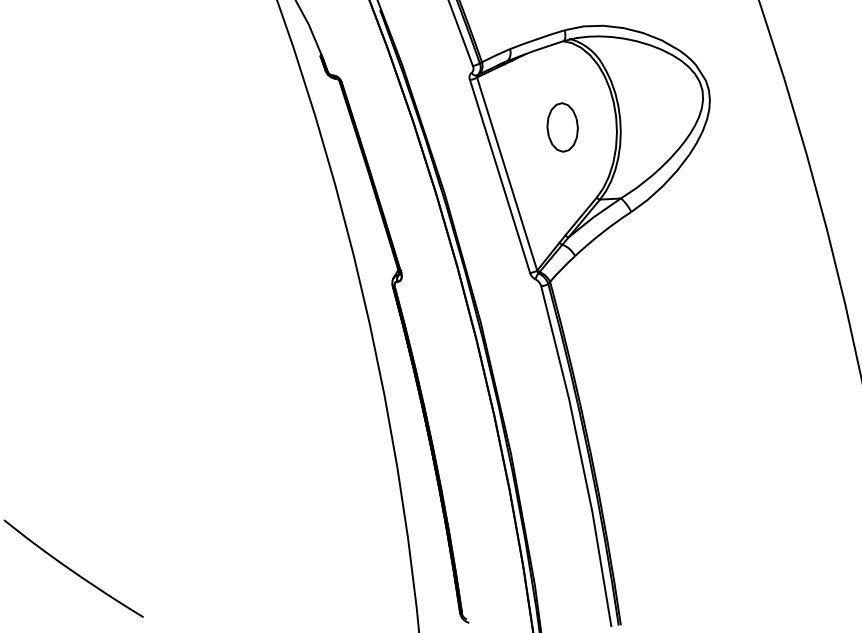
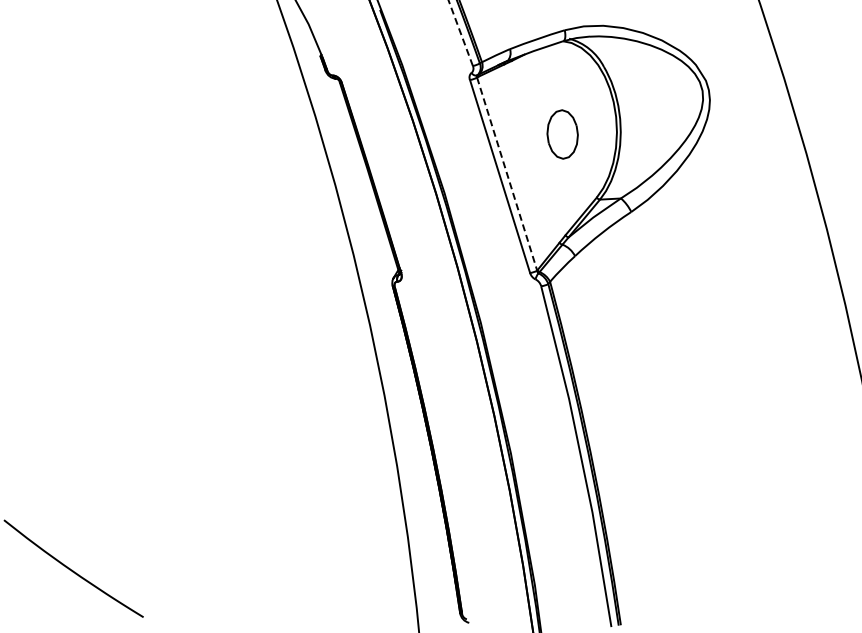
line at (460, 33): solid -> dashed
part at (562, 127) position: (562, 127) -> (562, 134)
line at (507, 174): solid -> dashed
